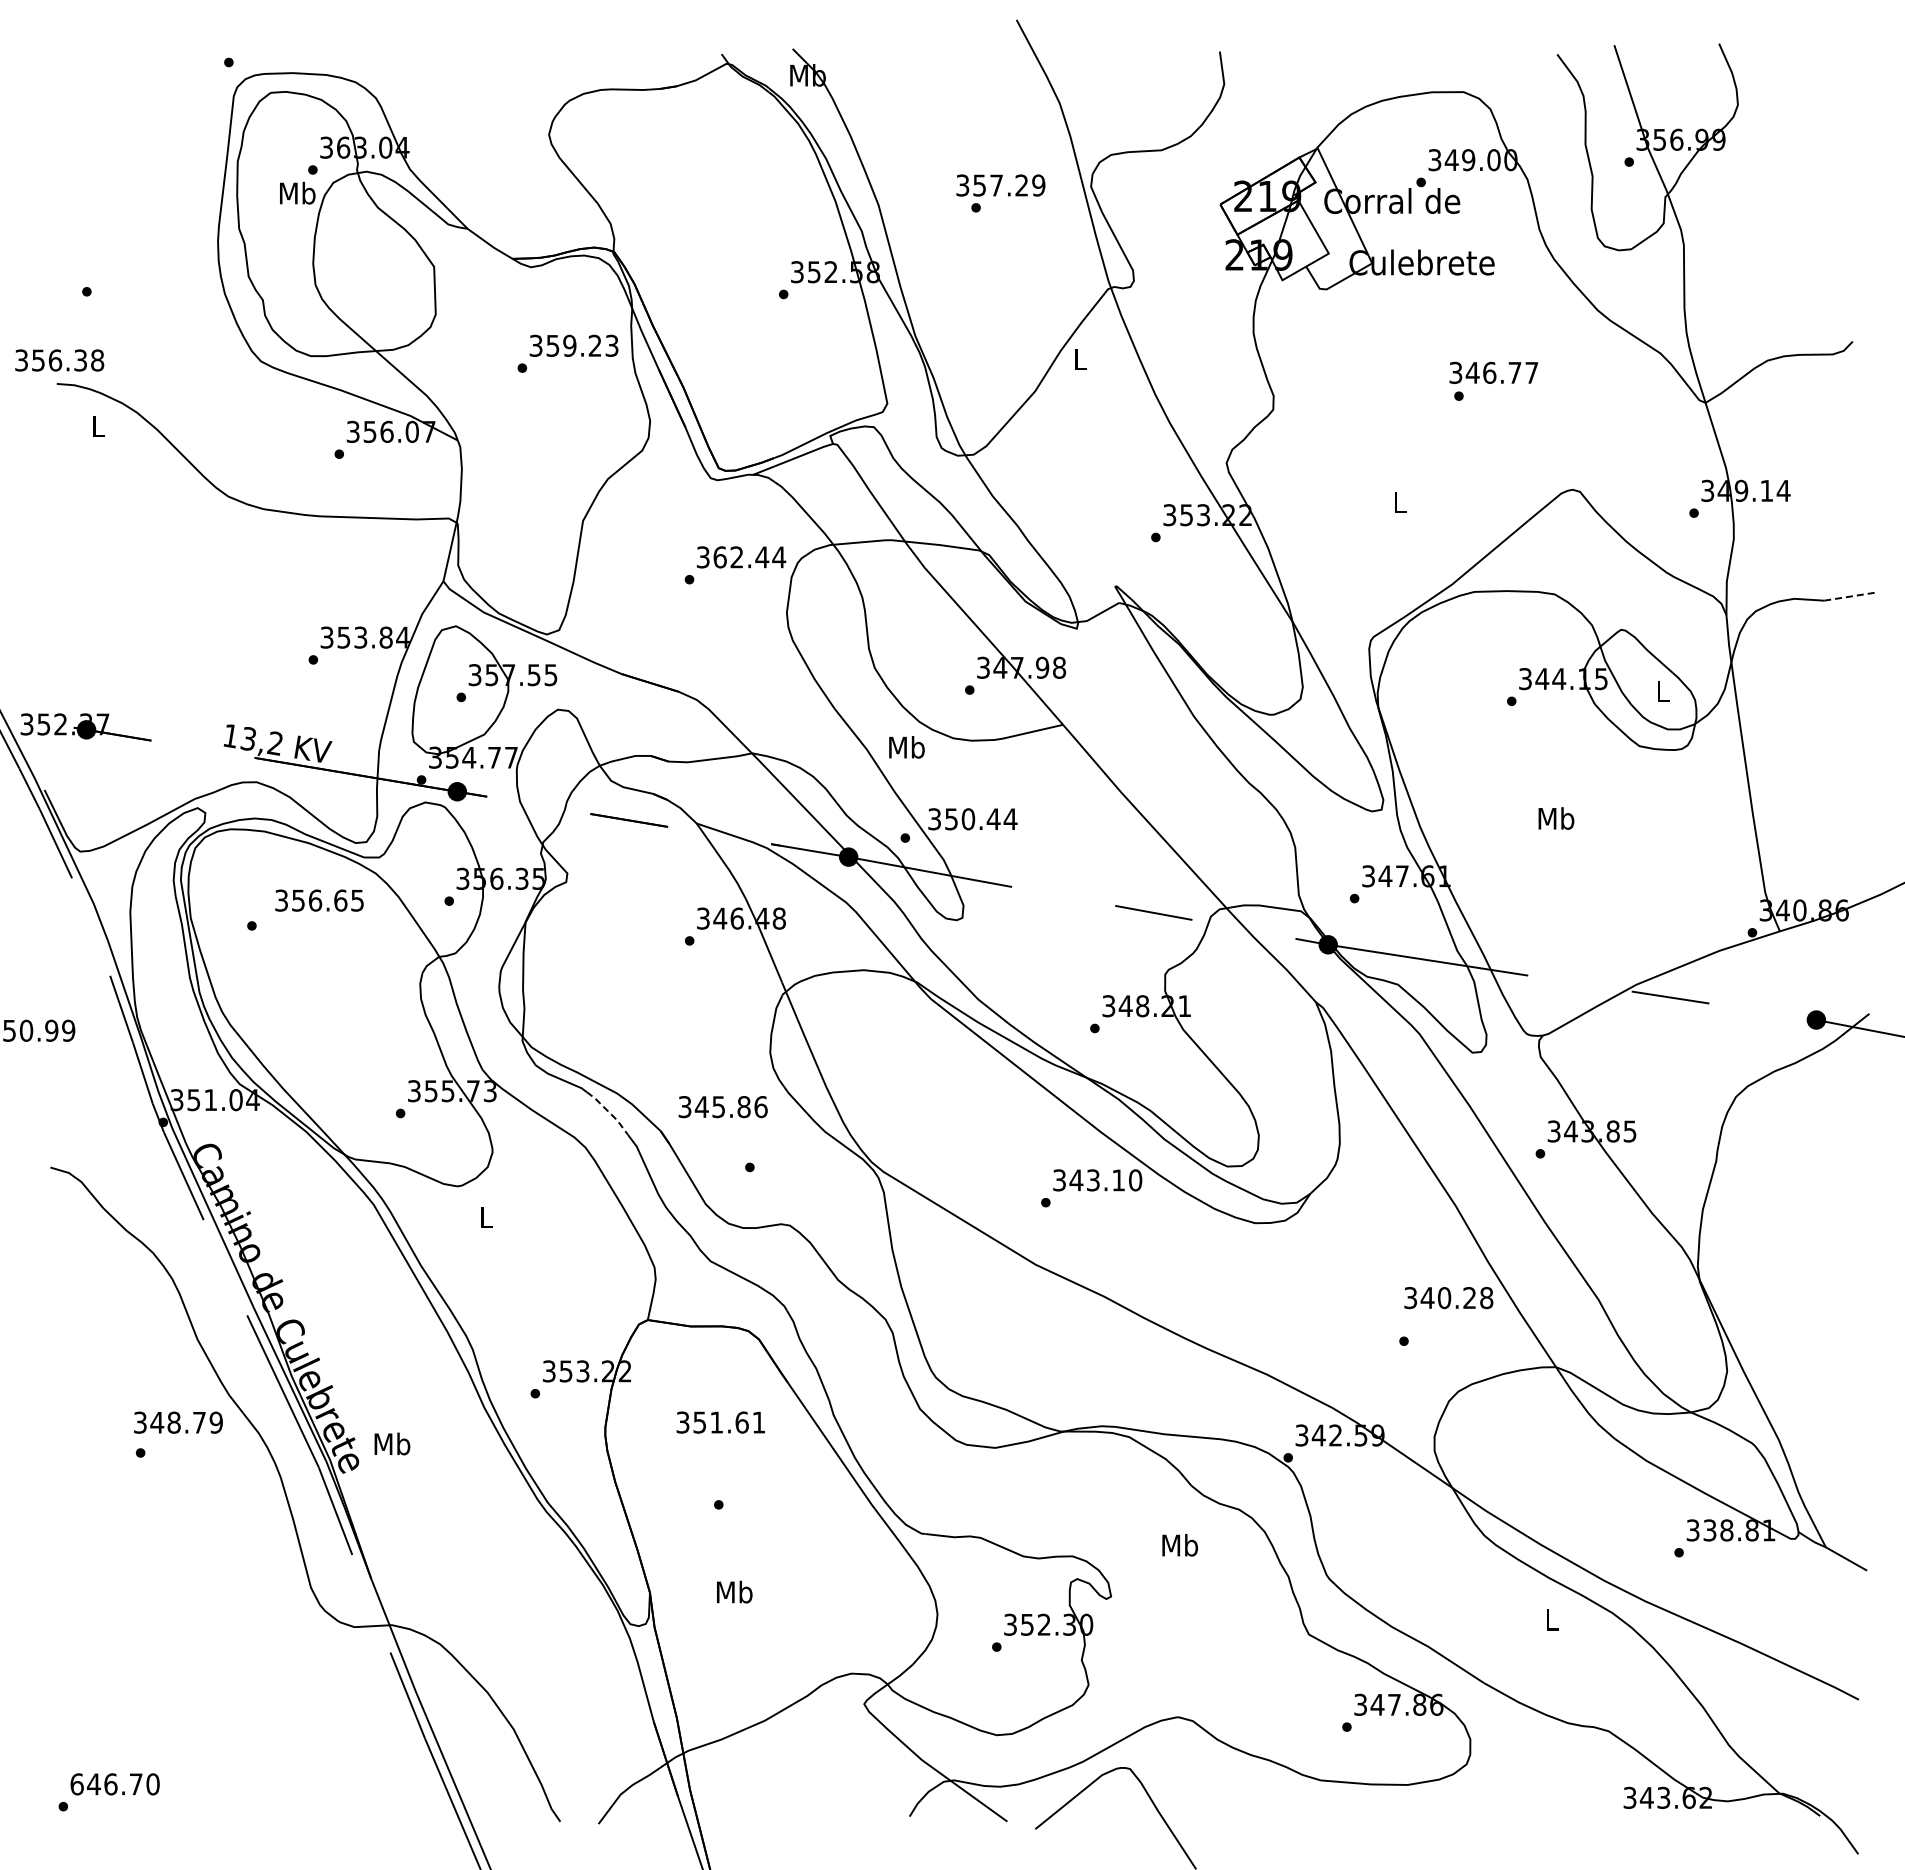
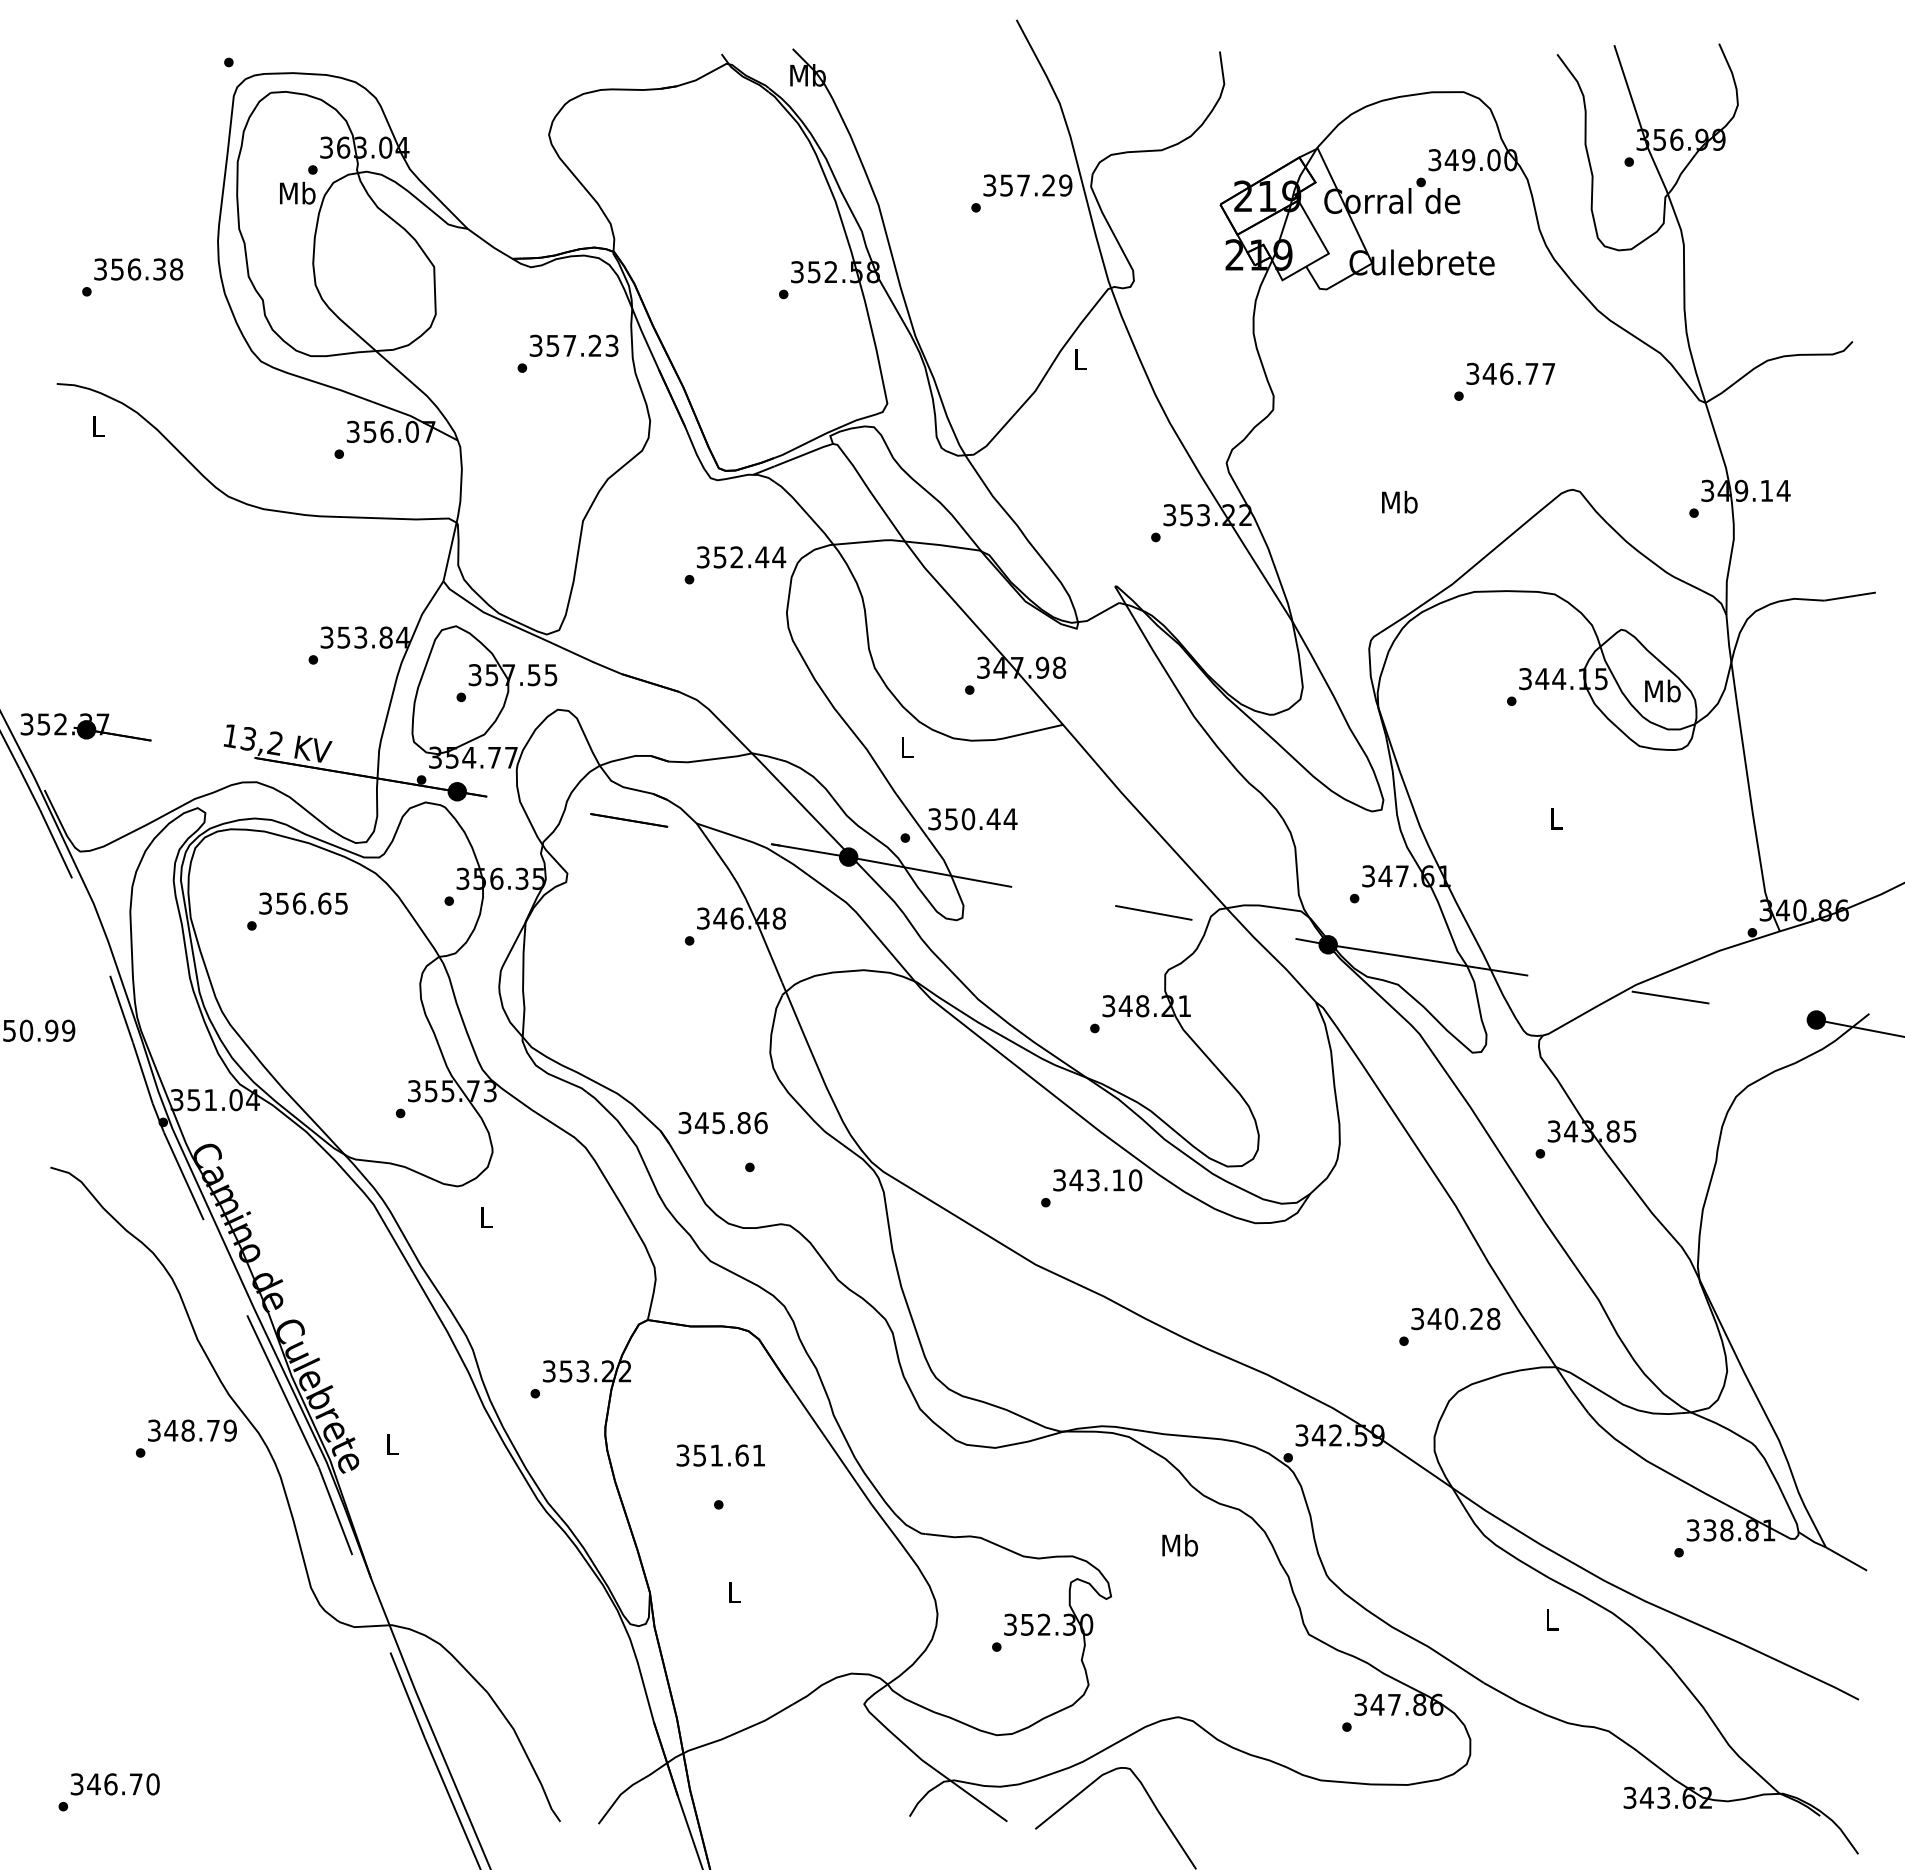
text at (1000, 185) position: (1000, 185) -> (1027, 185)
text at (569, 345): 359.23 -> 357.23
text at (59, 360) position: (59, 360) -> (138, 269)
text at (1493, 372) position: (1493, 372) -> (1510, 373)
text at (1399, 501): L -> Mb
text at (719, 557): 362.44 -> 352.44
line at (1850, 596): dashed -> solid
text at (1662, 690): L -> Mb
text at (906, 747): Mb -> L
text at (1556, 818): Mb -> L
text at (319, 900) position: (319, 900) -> (303, 903)
text at (722, 1107) position: (722, 1107) -> (722, 1123)
line at (608, 1112): dashed -> solid
text at (1448, 1298) position: (1448, 1298) -> (1455, 1319)
text at (178, 1422) position: (178, 1422) -> (192, 1430)
text at (720, 1422) position: (720, 1422) -> (720, 1455)
text at (392, 1443): Mb -> L
text at (734, 1591): Mb -> L
text at (76, 1784): 646.70 -> 346.70
